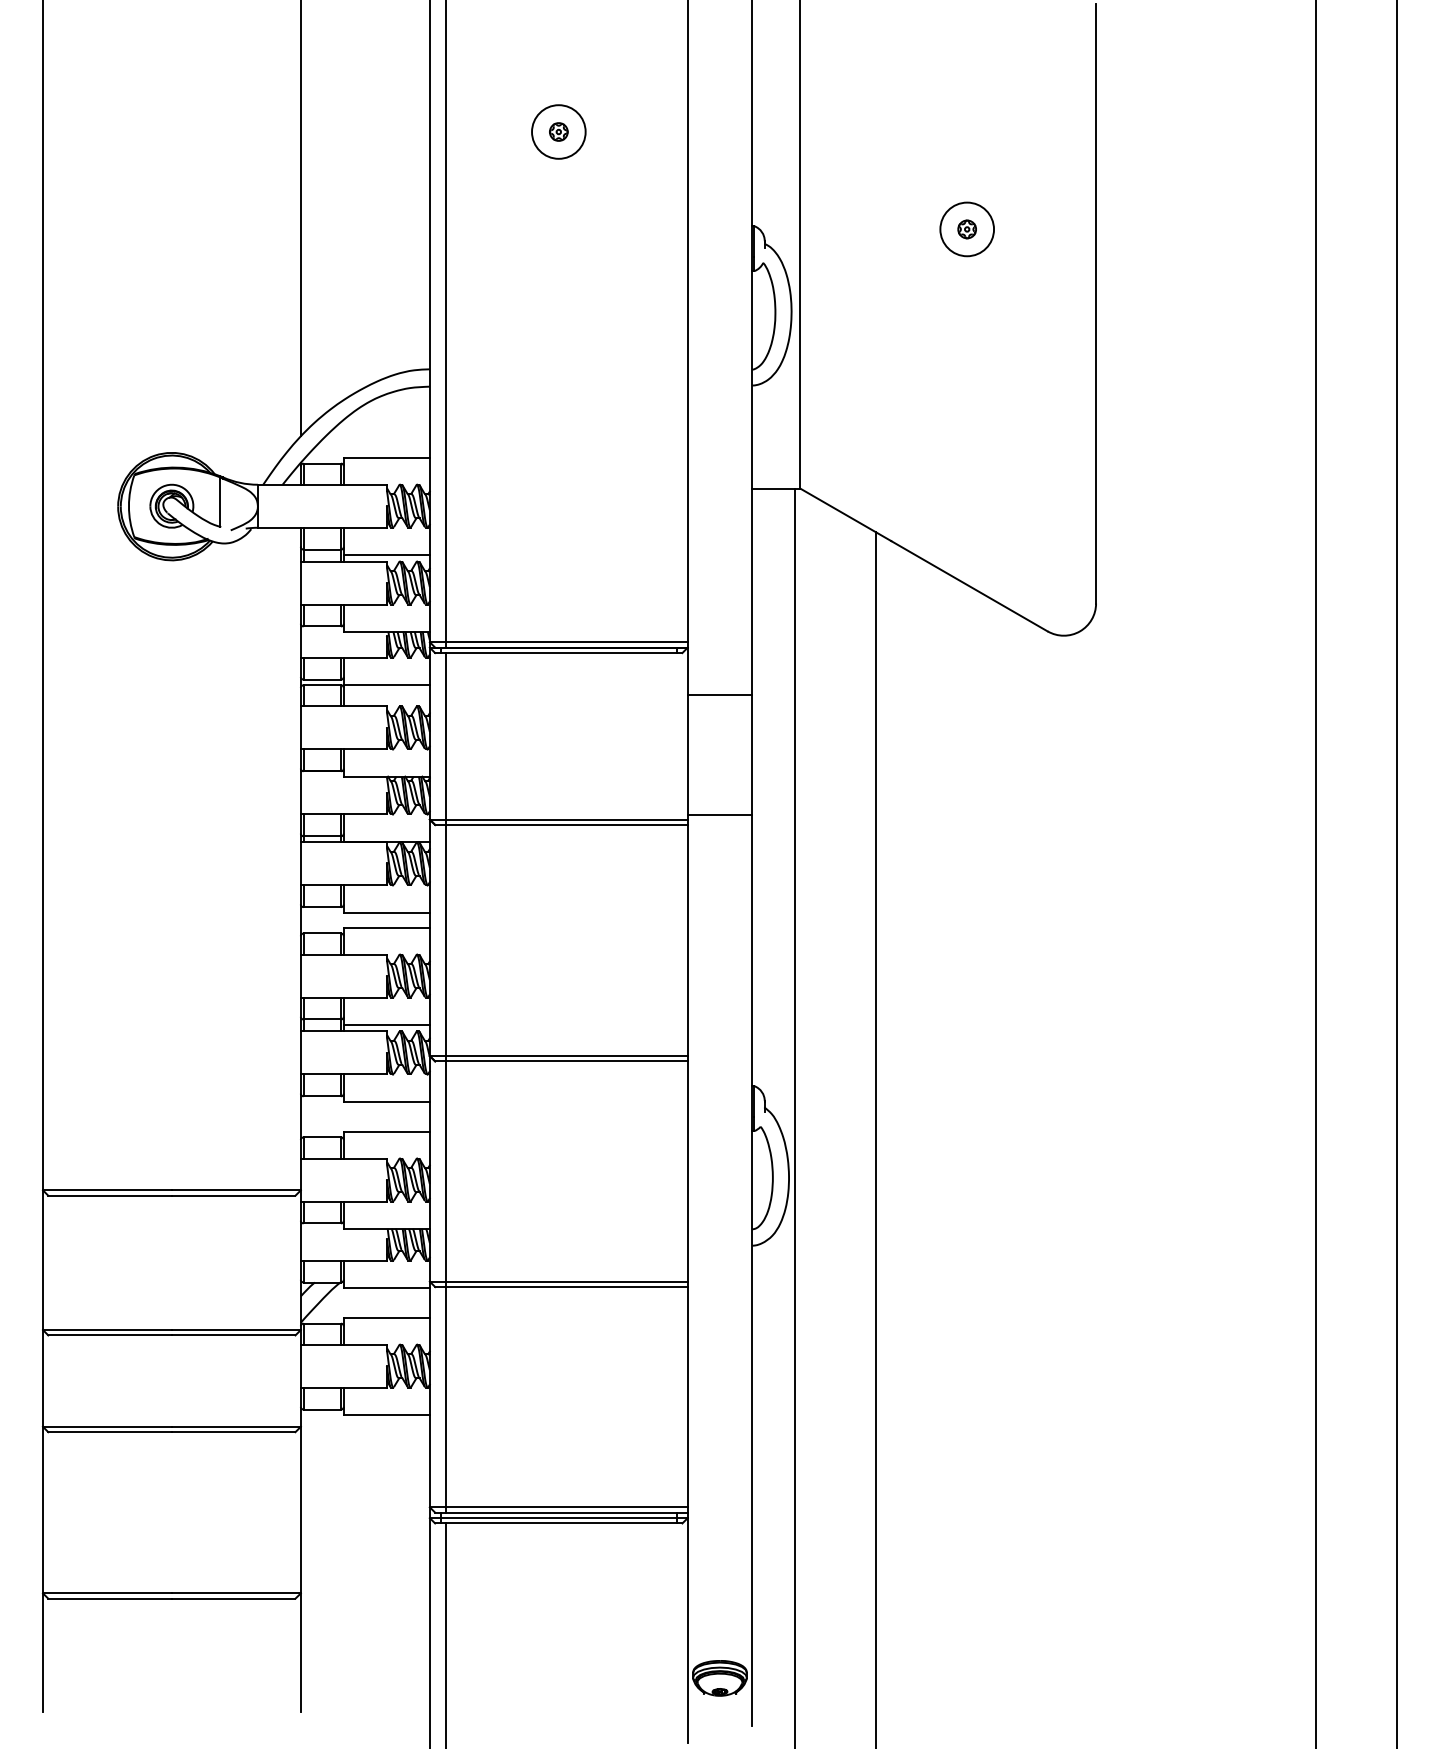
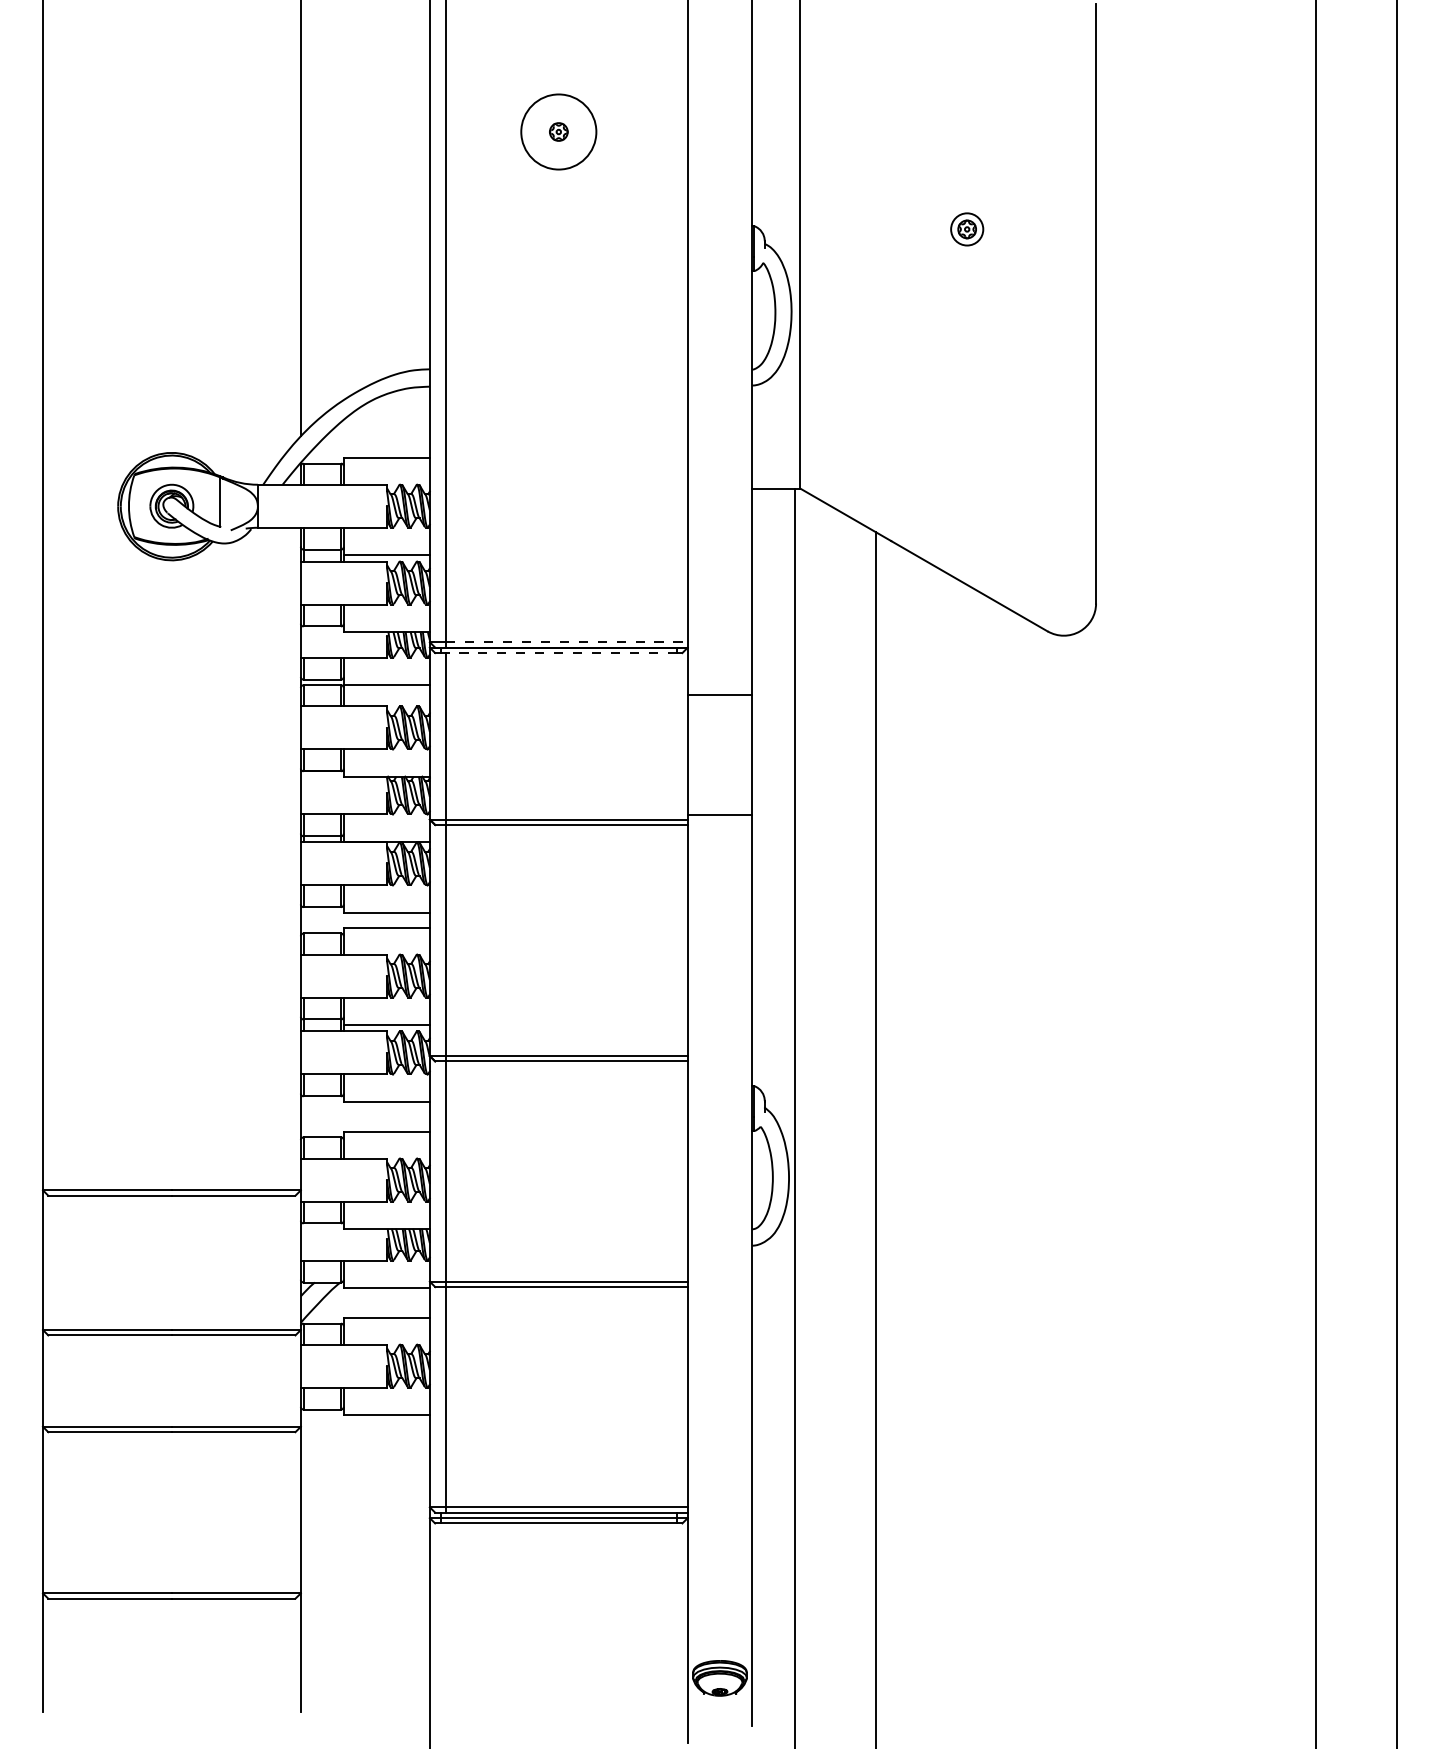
circle at (558, 131) diameter: 54 px -> 75 px
circle at (967, 229) diameter: 54 px -> 32 px
line at (566, 642): solid -> dashed
line at (558, 653): solid -> dashed
line at (445, 1634): present -> none
